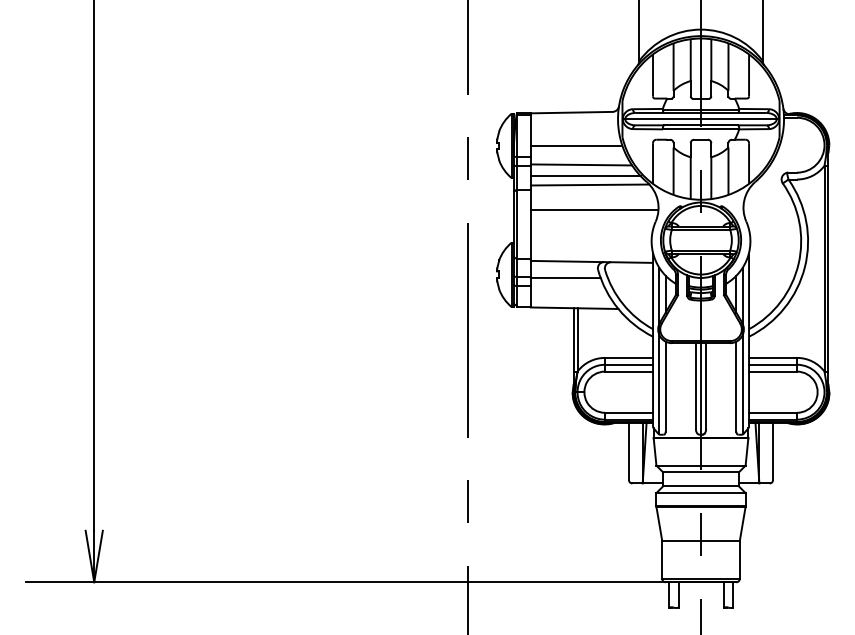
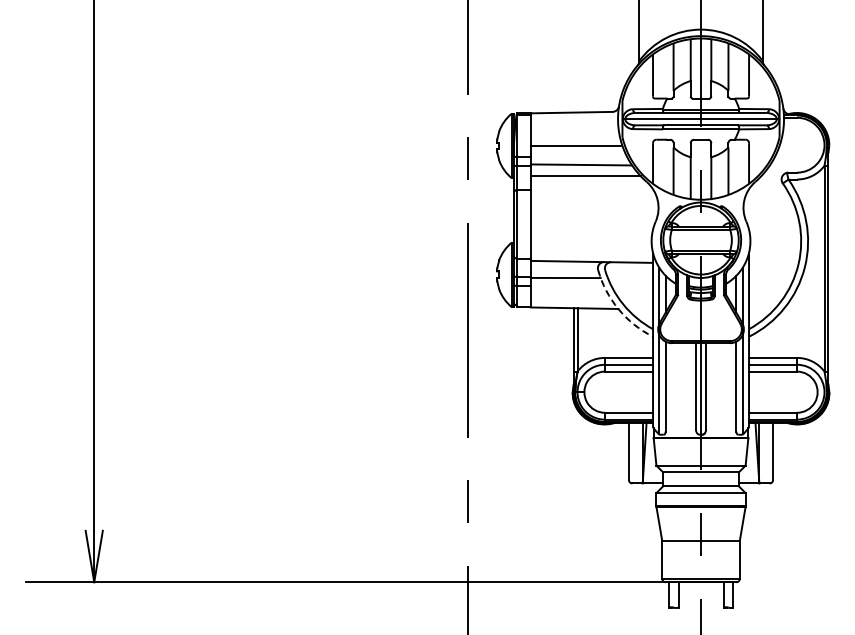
line at (589, 184): present -> none
line at (594, 210): present -> none
arc at (618, 309): solid -> dashed
